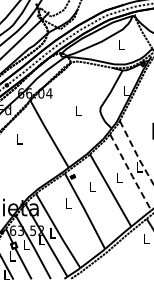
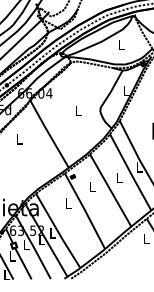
line at (136, 153): dashed -> solid
line at (130, 172): dashed -> solid
